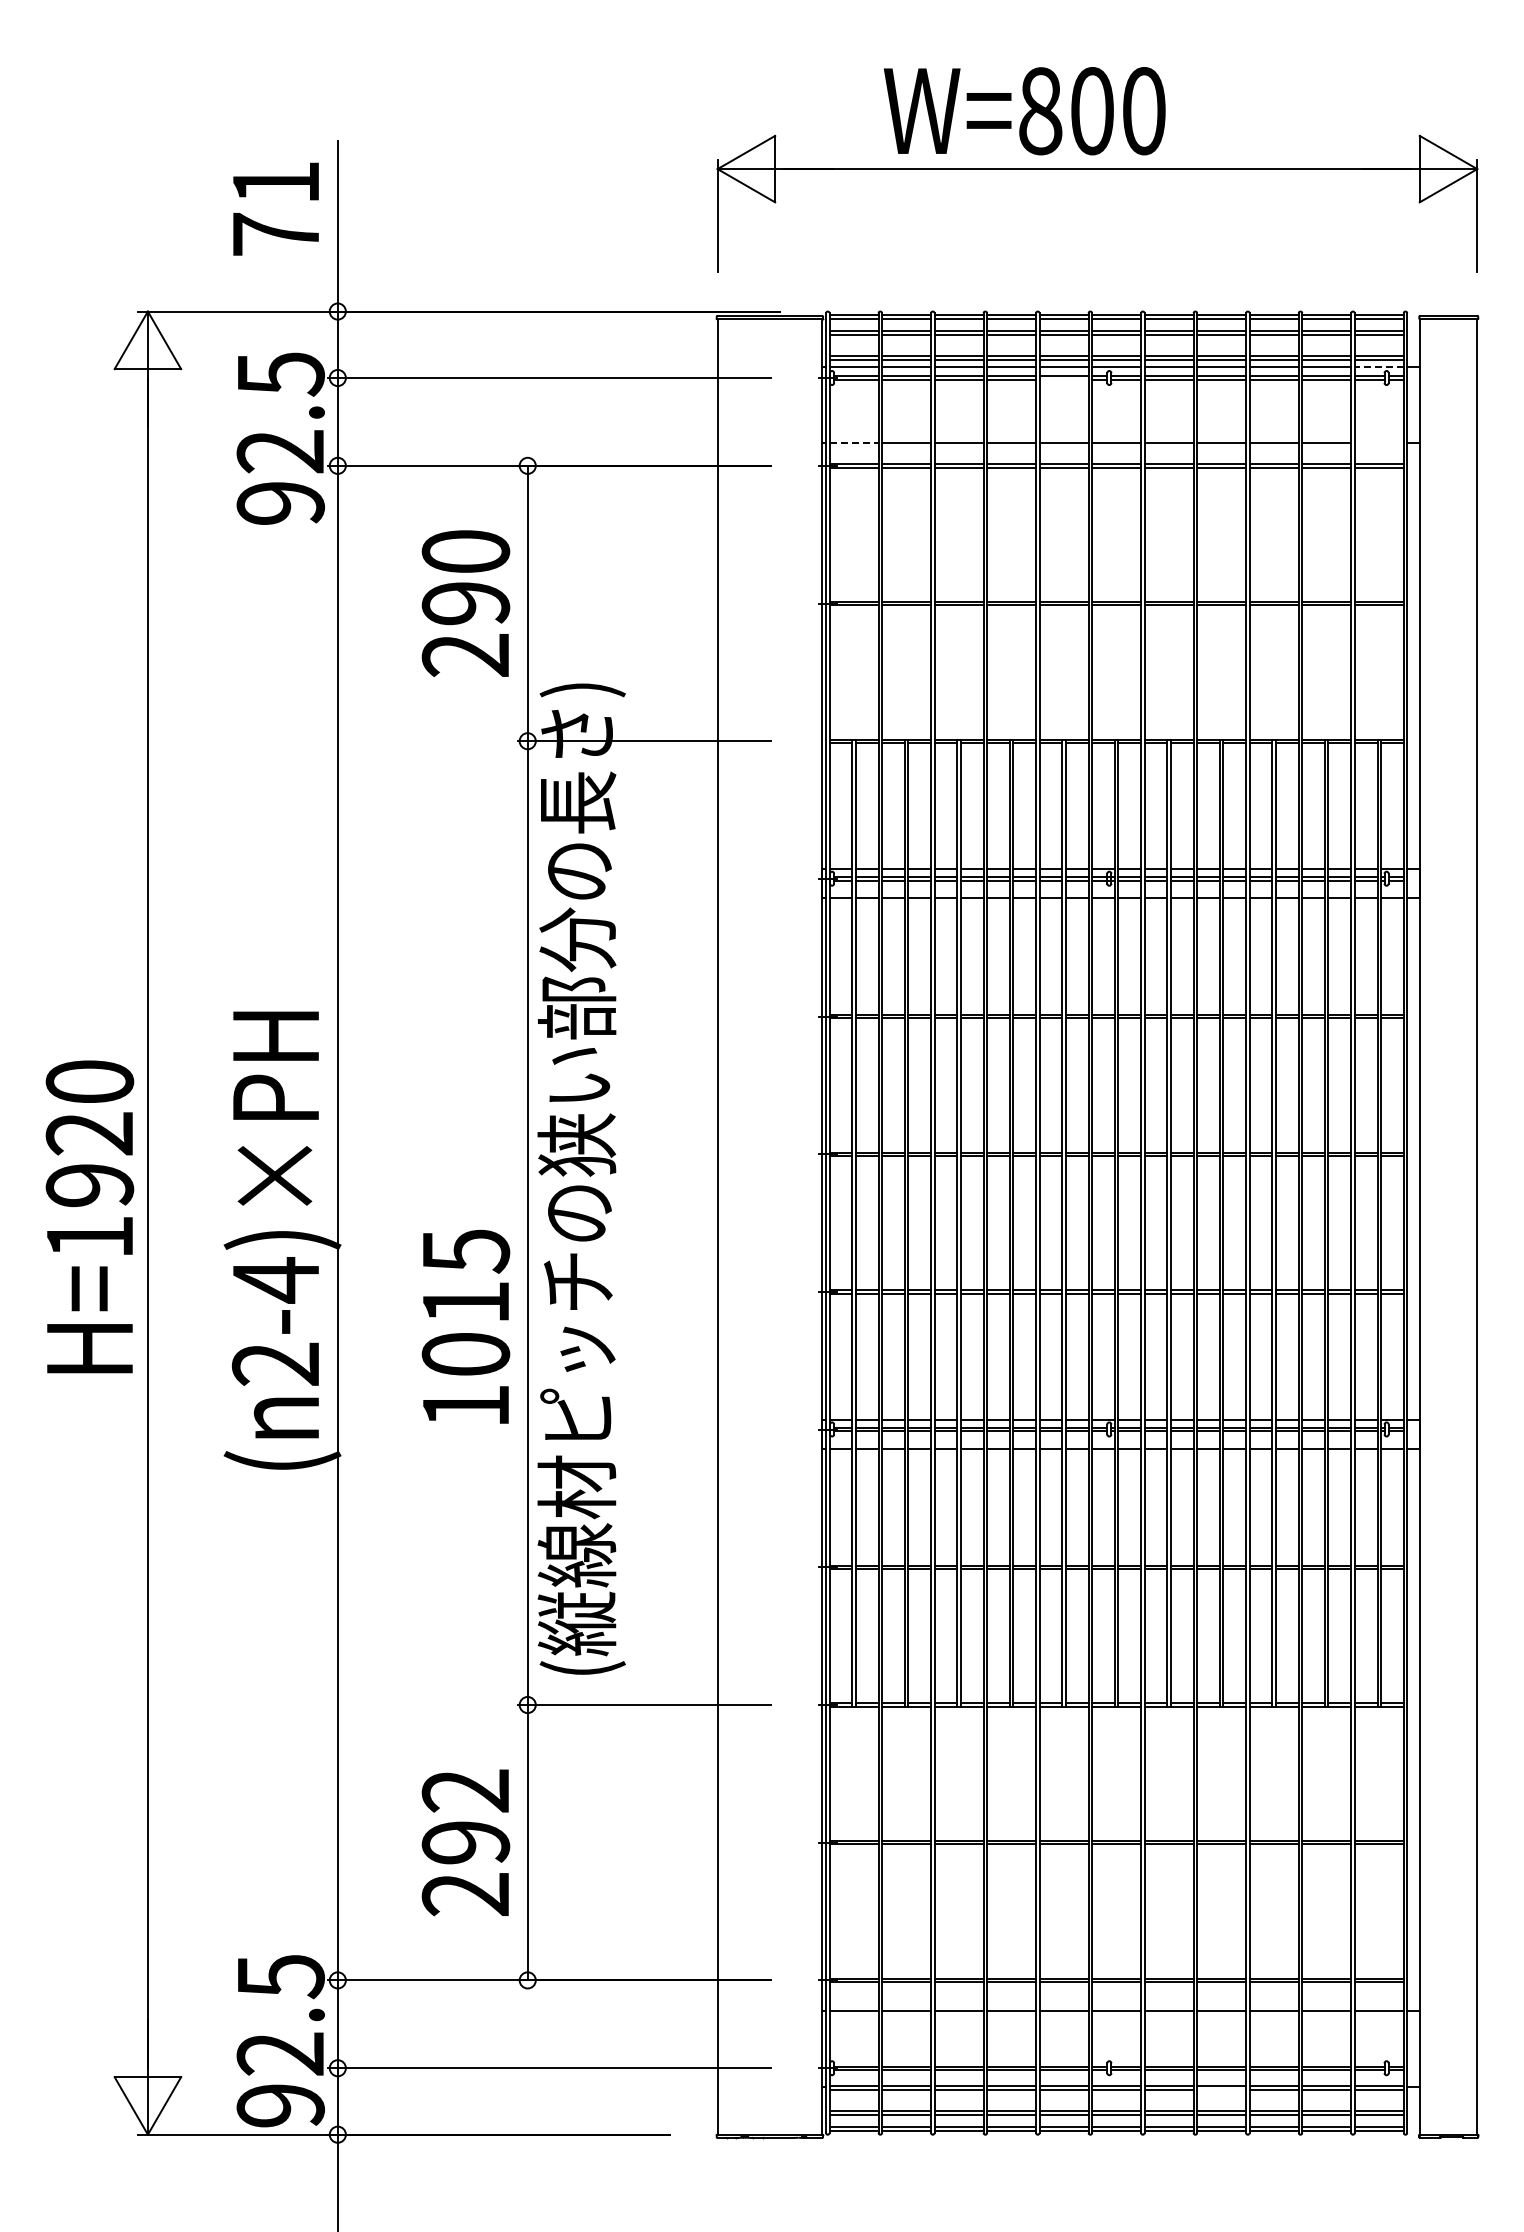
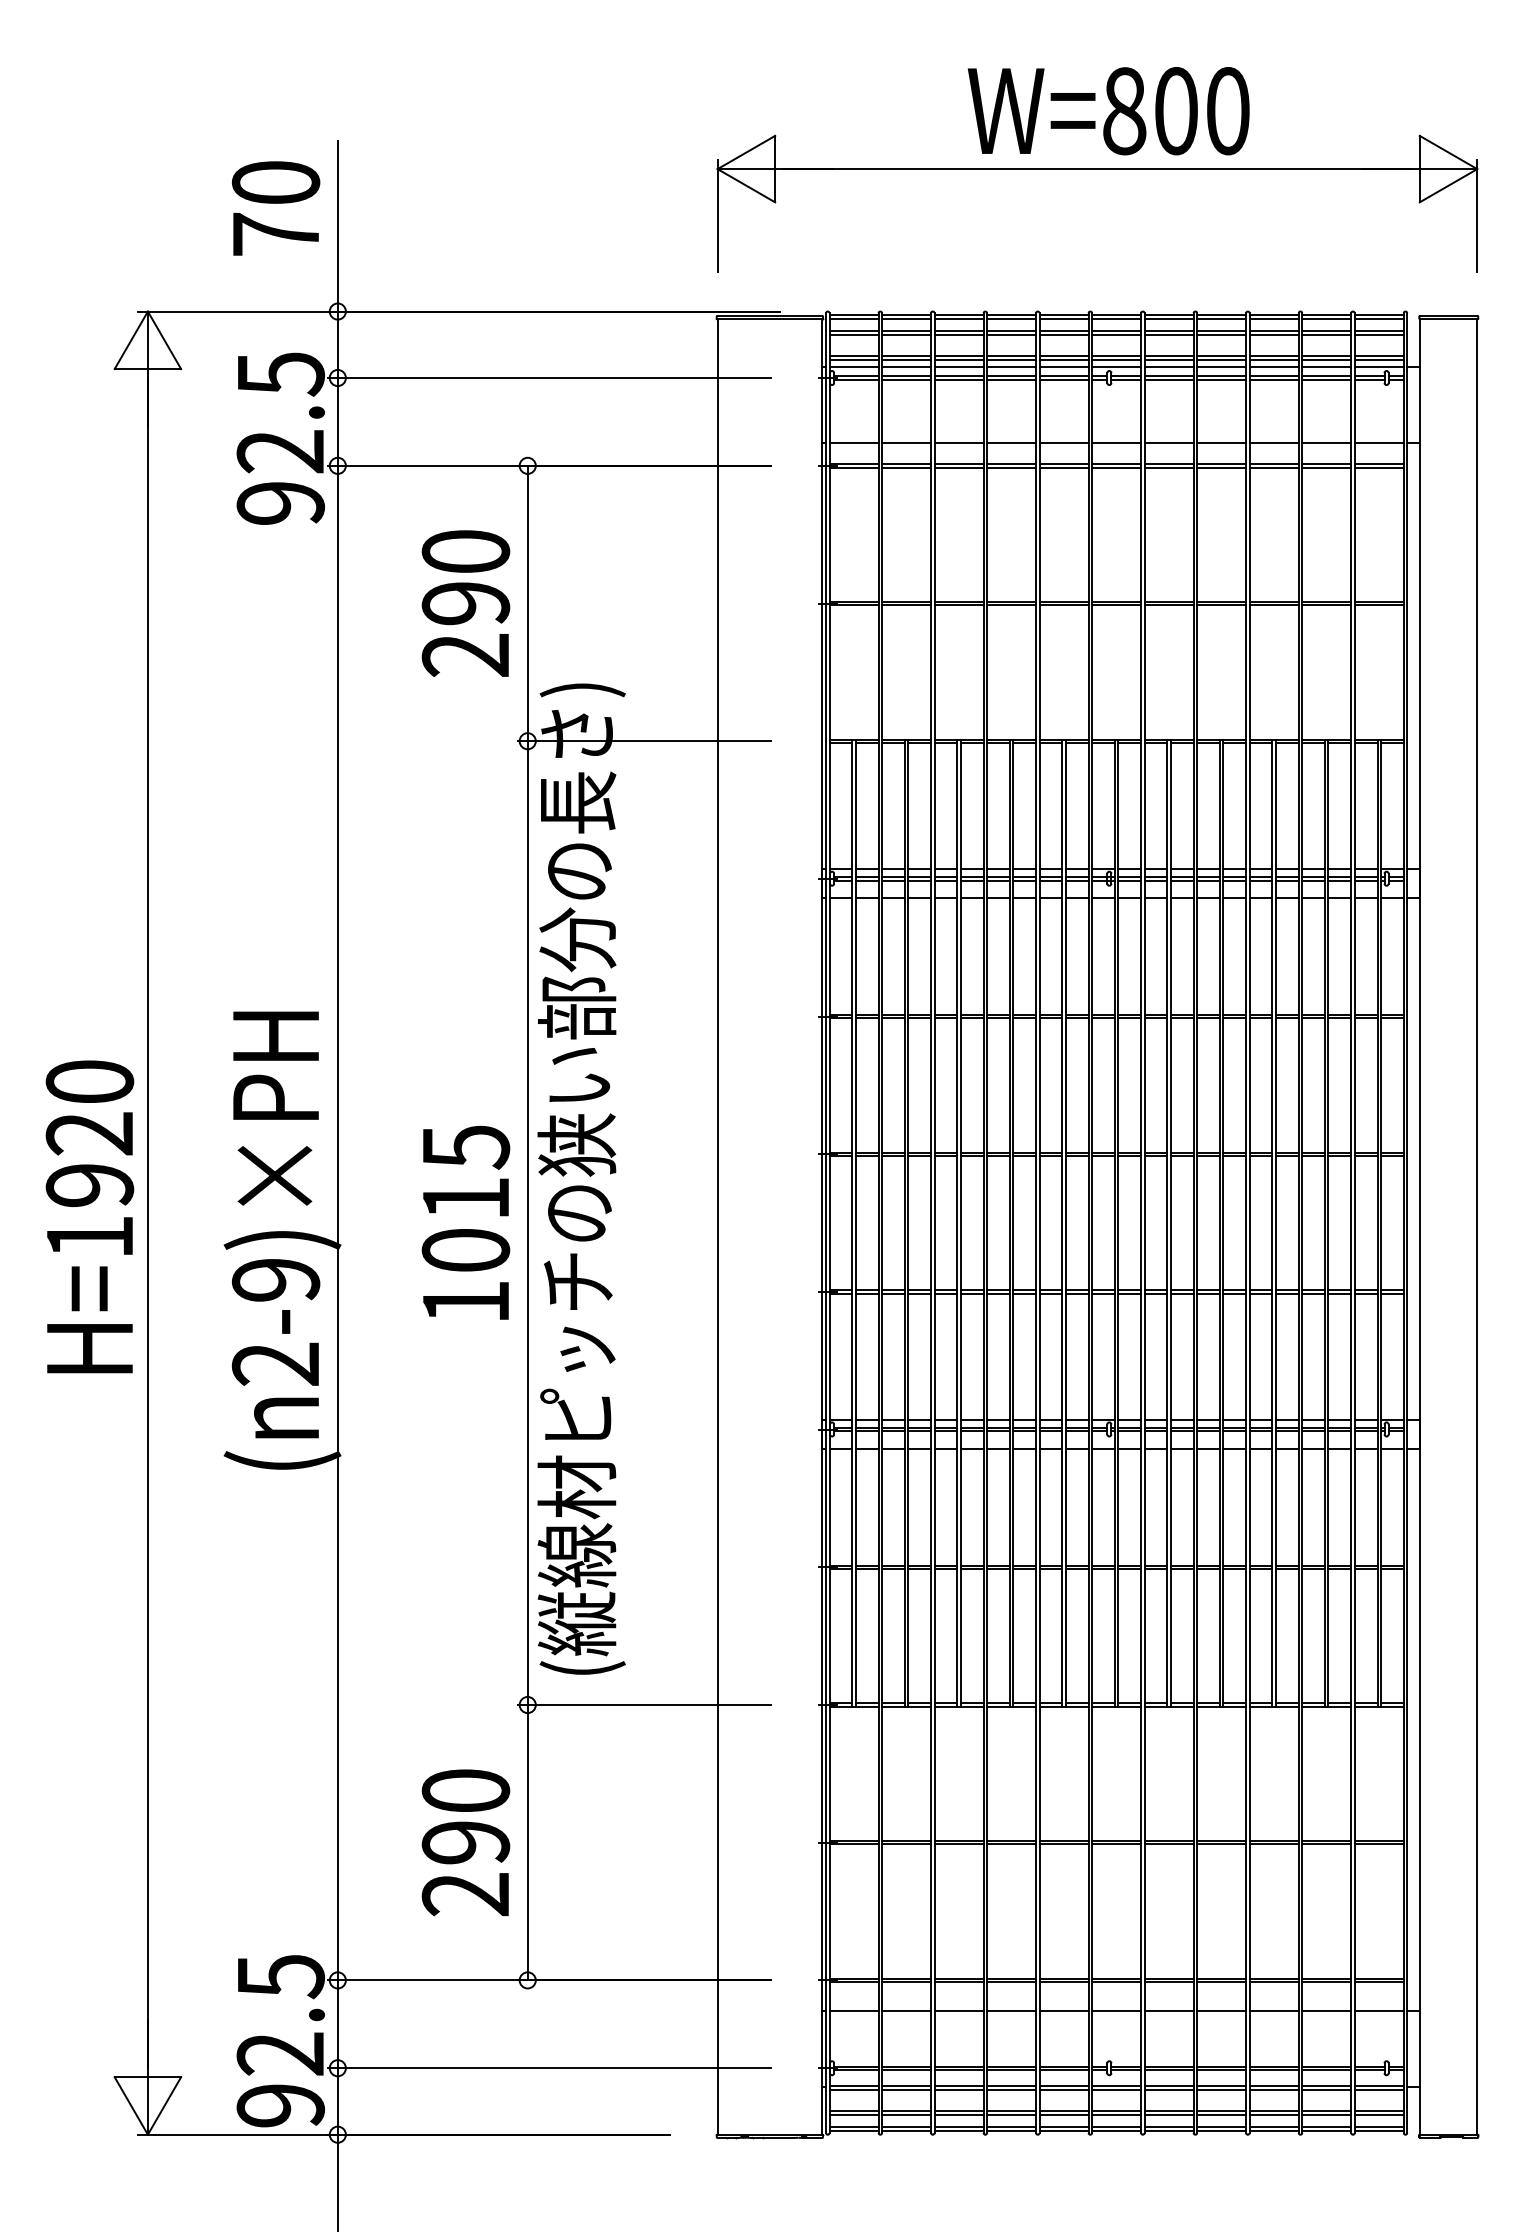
text at (1024, 111) position: (1024, 111) -> (1108, 111)
text at (275, 182): 71 -> 70
line at (1379, 366): dashed -> solid
line at (1063, 379): none -> present
line at (854, 442): dashed -> solid
line at (1378, 442): none -> present
text at (275, 1280): (n2-4)×PH -> (n2-9)×PH
text at (465, 1326) position: (465, 1326) -> (465, 1222)
text at (465, 1790): 292 -> 290
line at (1221, 2090): none -> present
